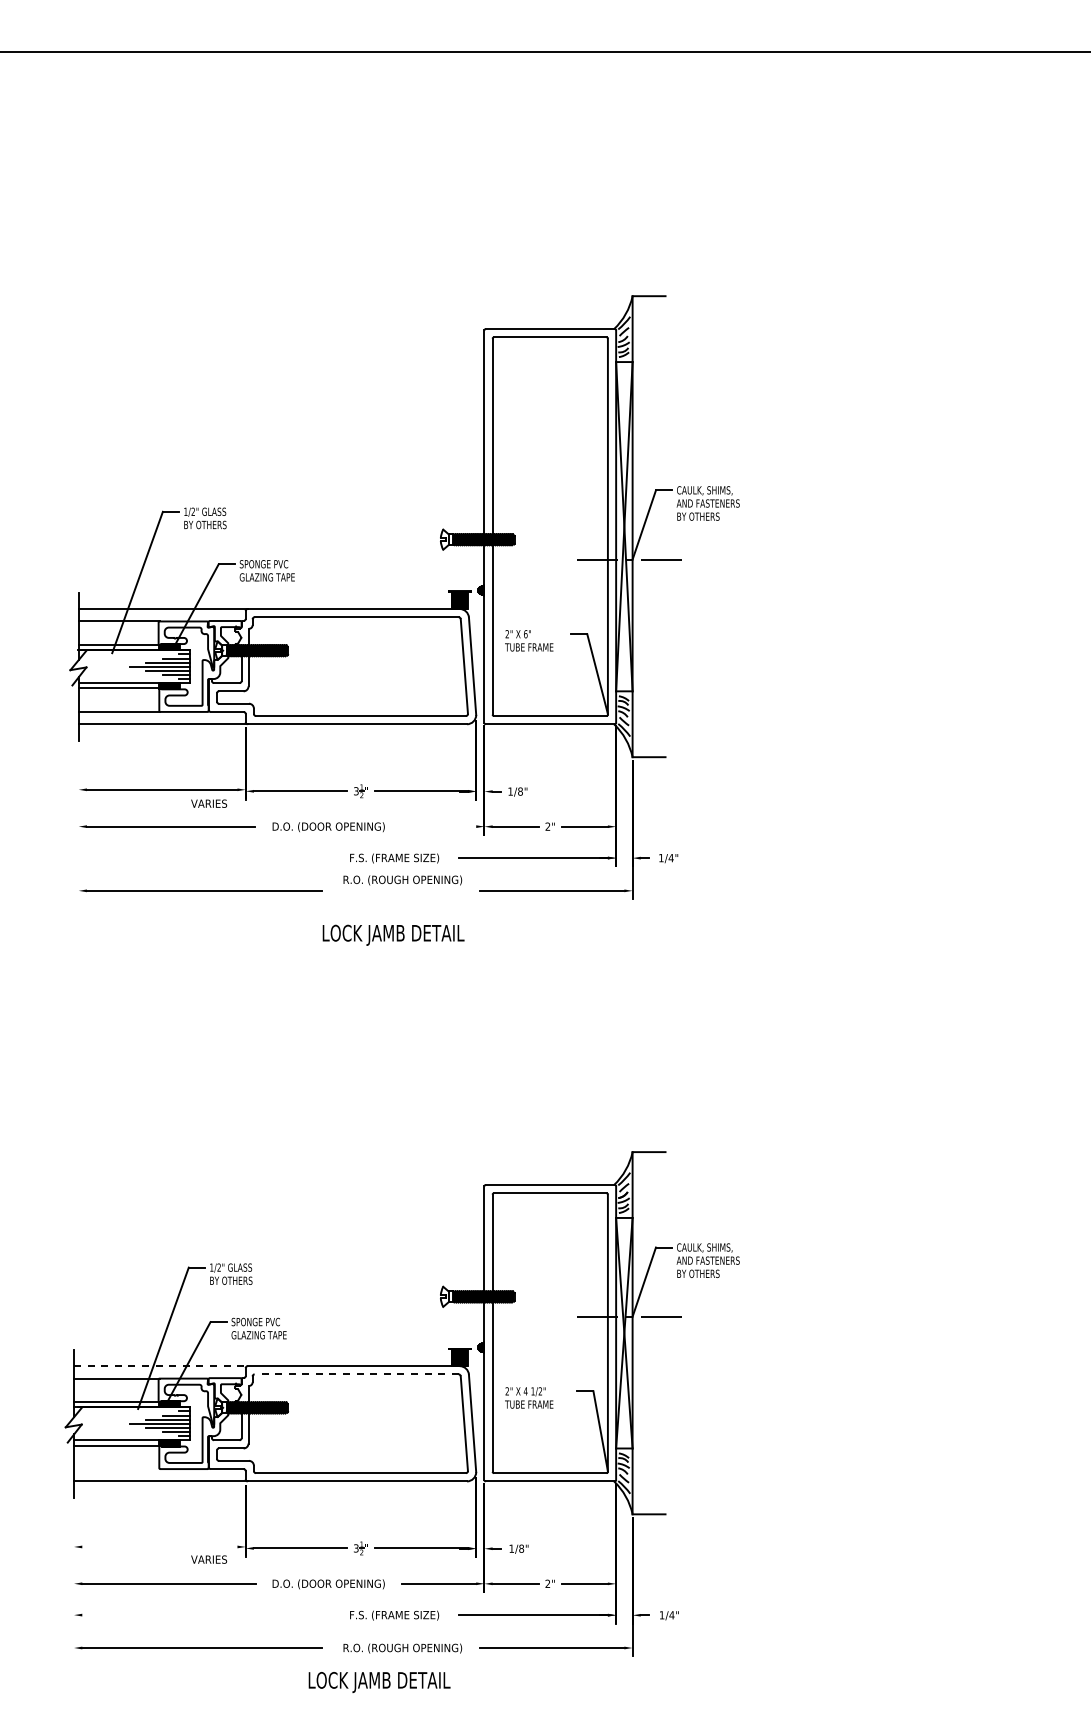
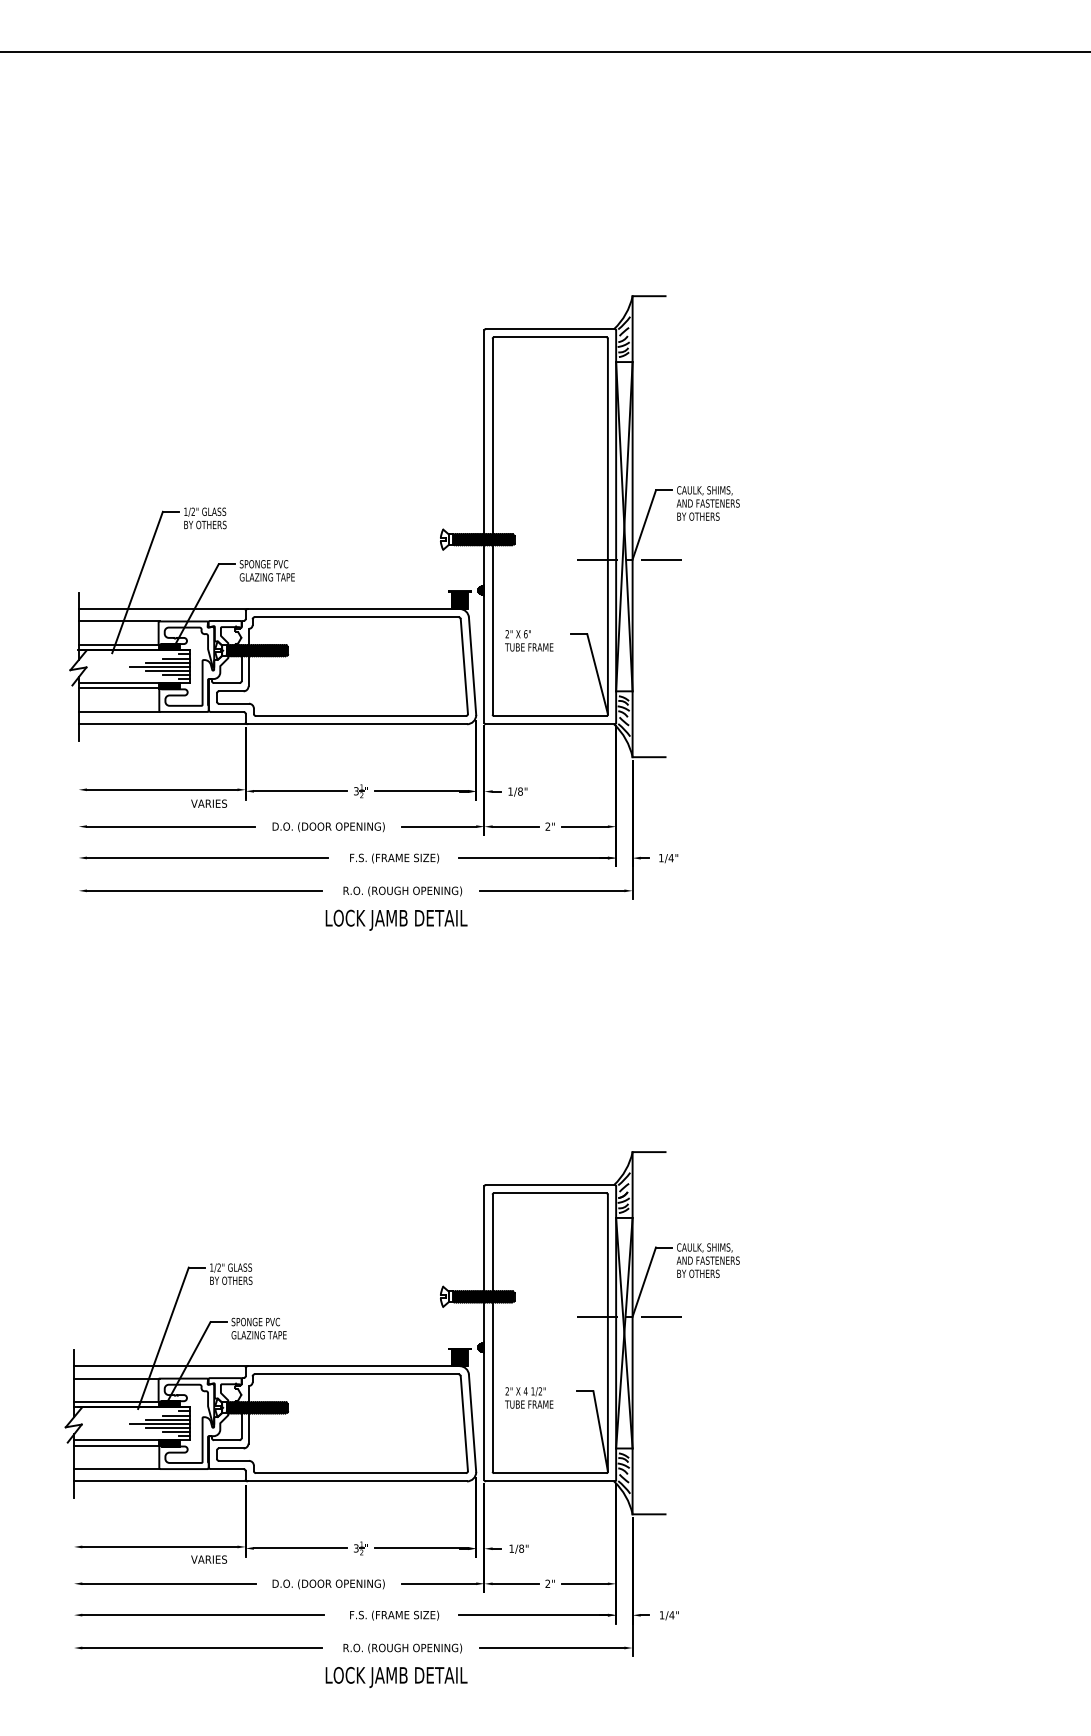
line at (438, 826): none -> present
part at (203, 857): none -> present
text at (402, 880) position: (402, 880) -> (402, 891)
text at (393, 934) position: (393, 934) -> (396, 919)
line at (160, 1366): dashed -> solid
line at (356, 1374): dashed -> solid
line at (117, 1469): none -> present
line at (159, 1546): none -> present
line at (203, 1615): none -> present
text at (379, 1682) position: (379, 1682) -> (396, 1677)
